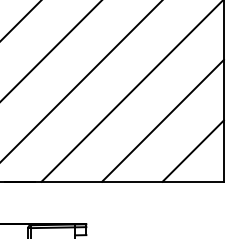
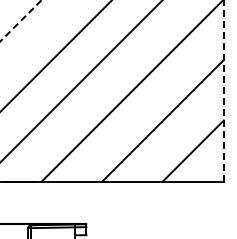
line at (21, 20): solid -> dashed
line at (50, 51) position: (50, 51) -> (55, 56)
line at (223, 91): solid -> dashed
